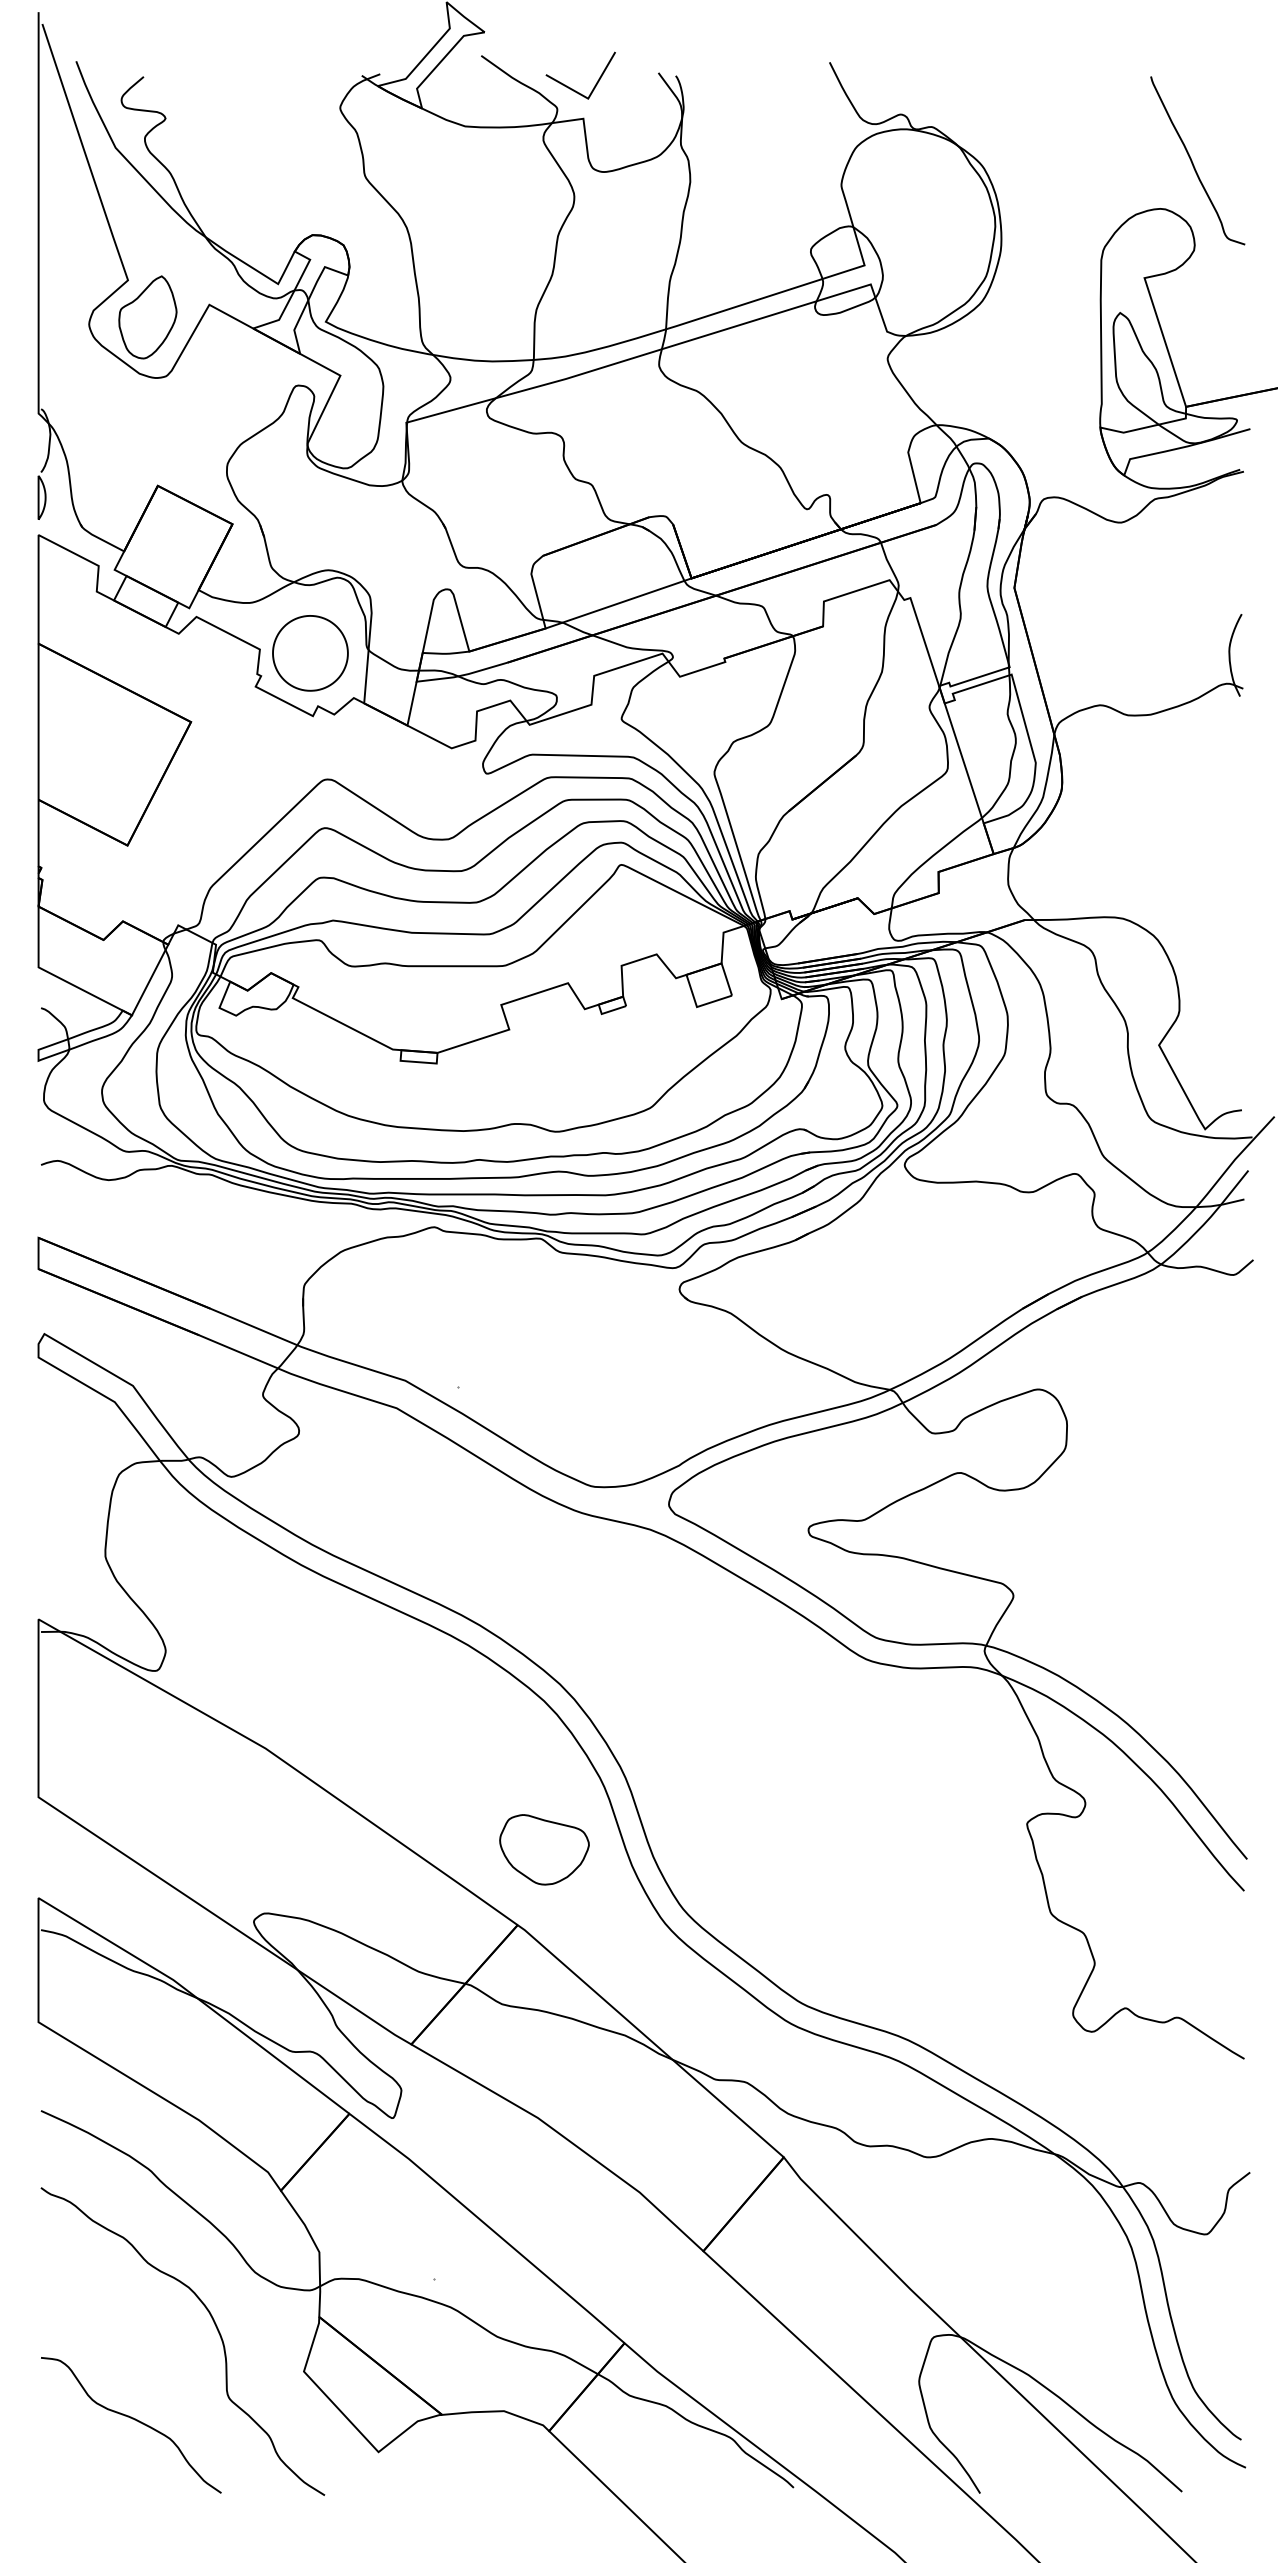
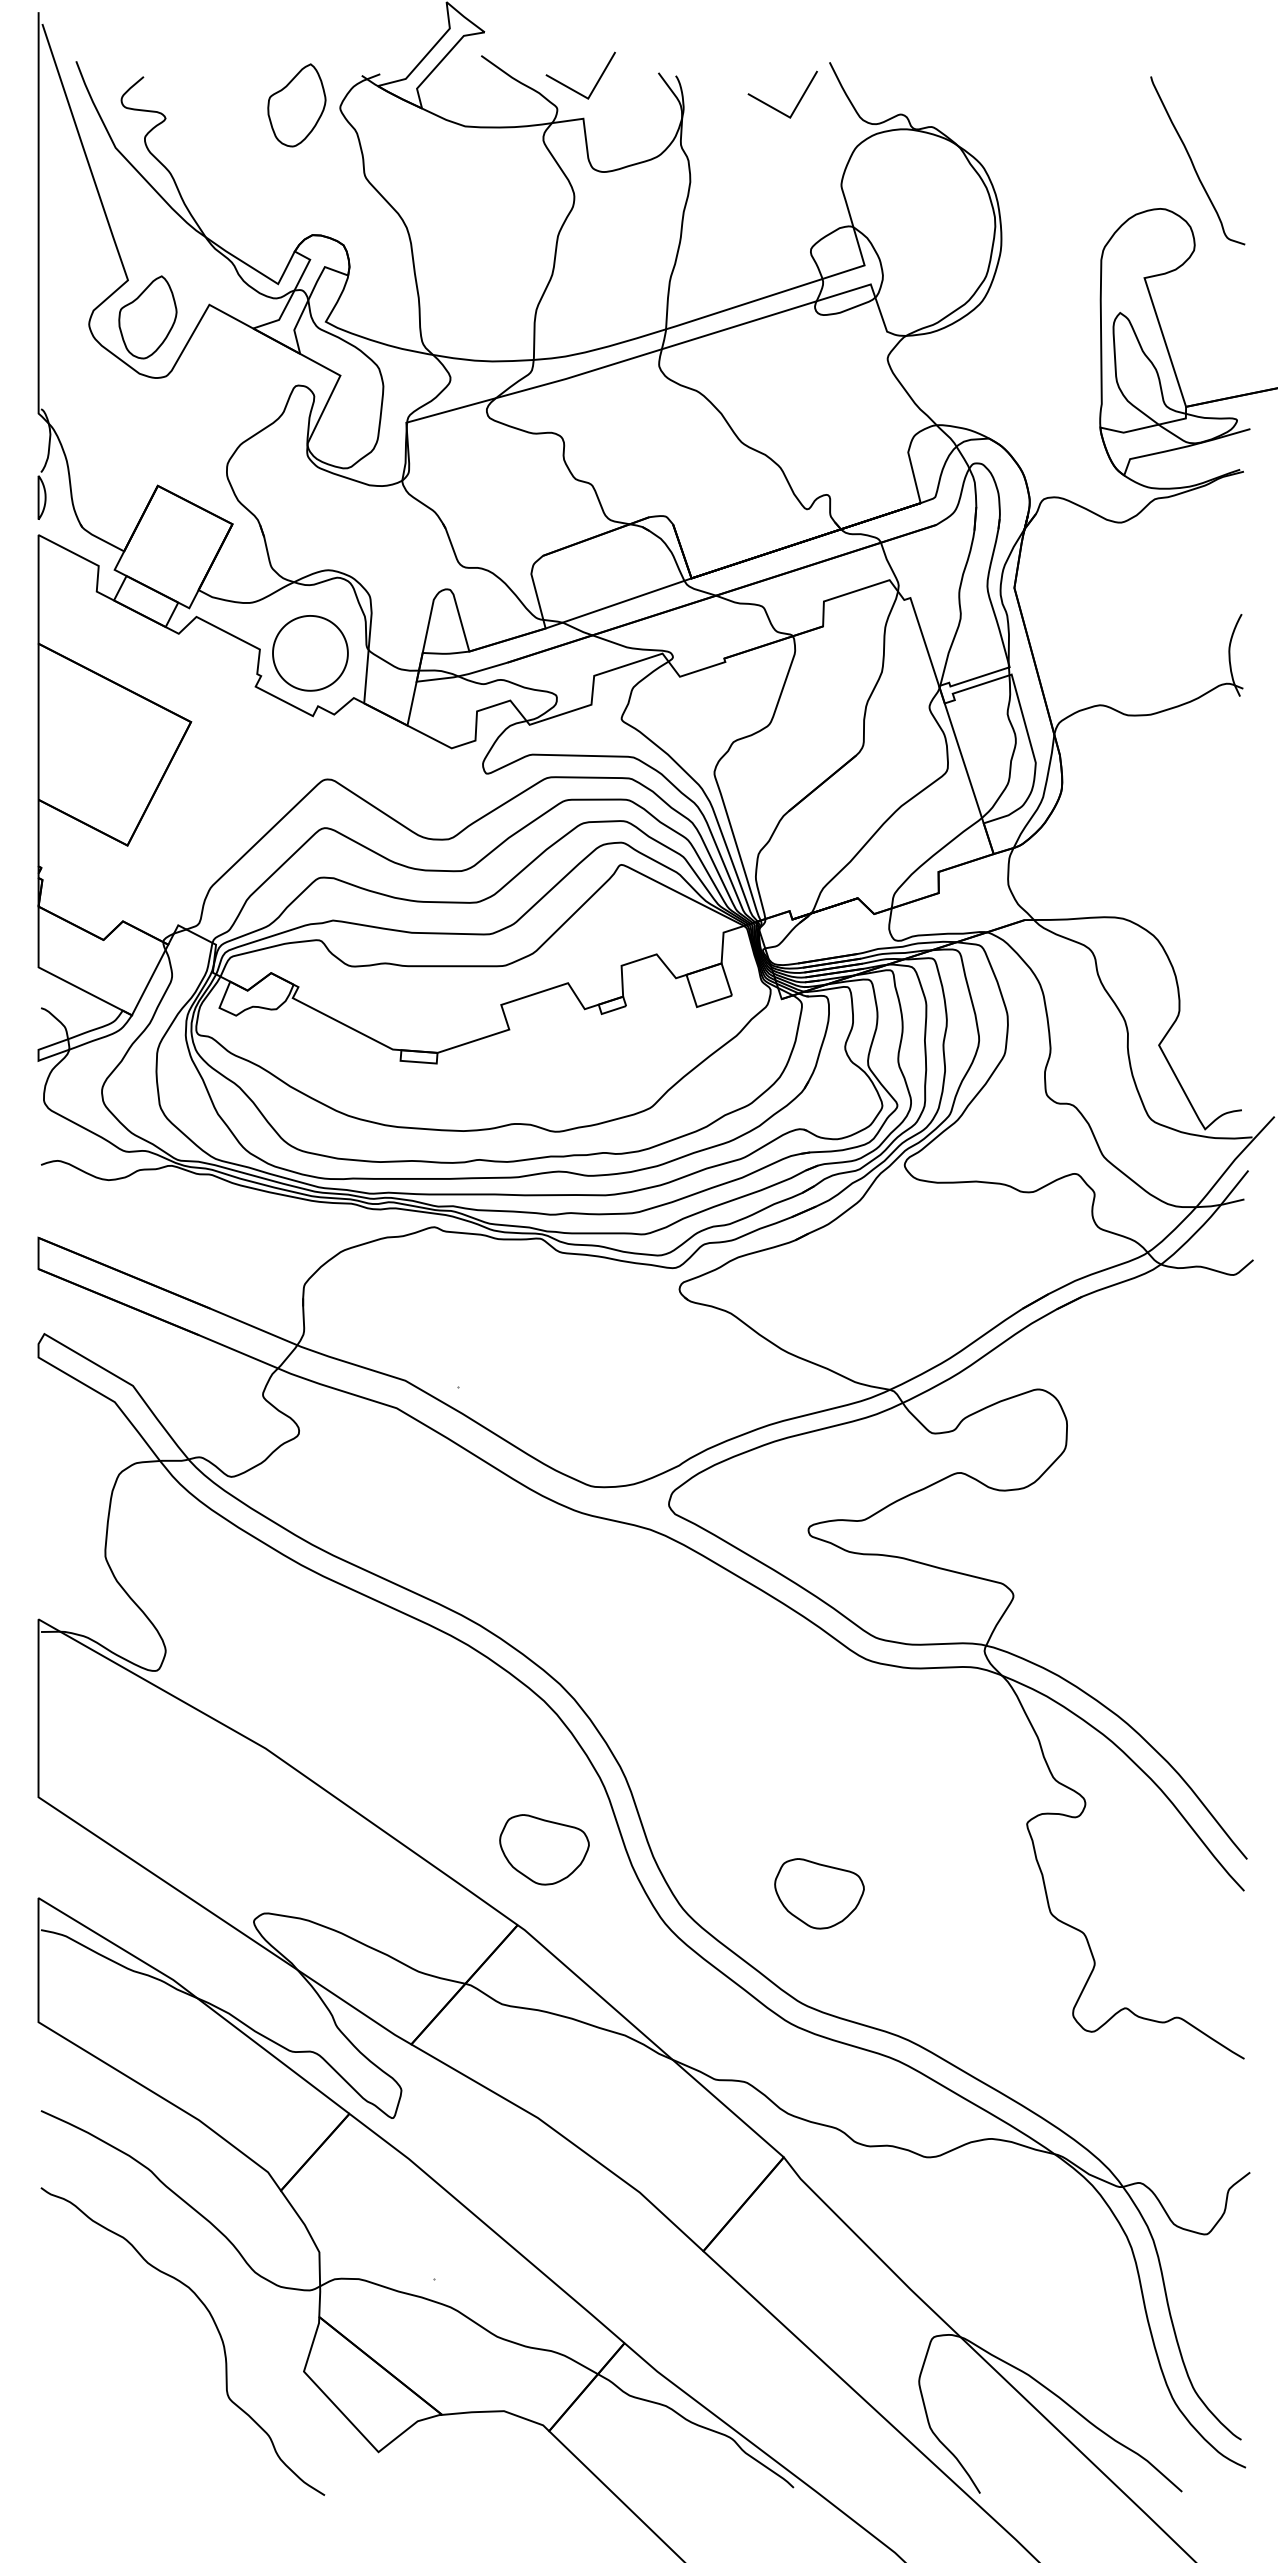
part at (296, 105): none -> present
line at (776, 108): none -> present
part at (819, 1893): none -> present
curve at (134, 2420): present -> none
